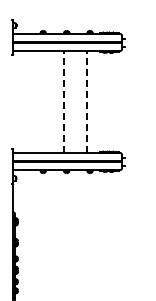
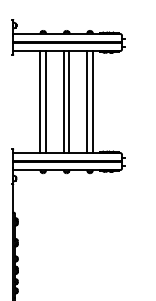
line at (63, 101): dashed -> solid
line at (87, 101): dashed -> solid
line at (40, 102): none -> present
line at (46, 102): none -> present
line at (69, 102): none -> present
line at (92, 102): none -> present
